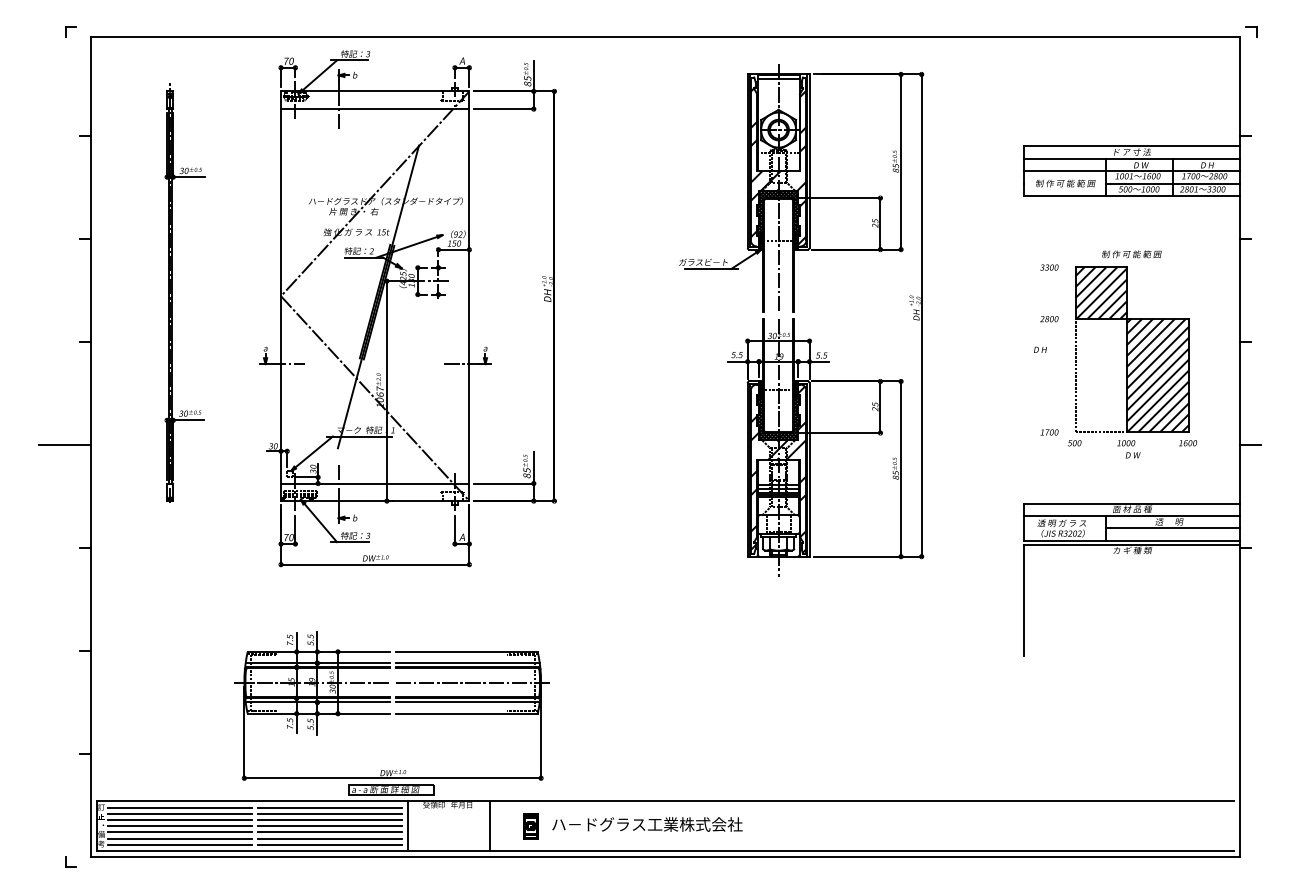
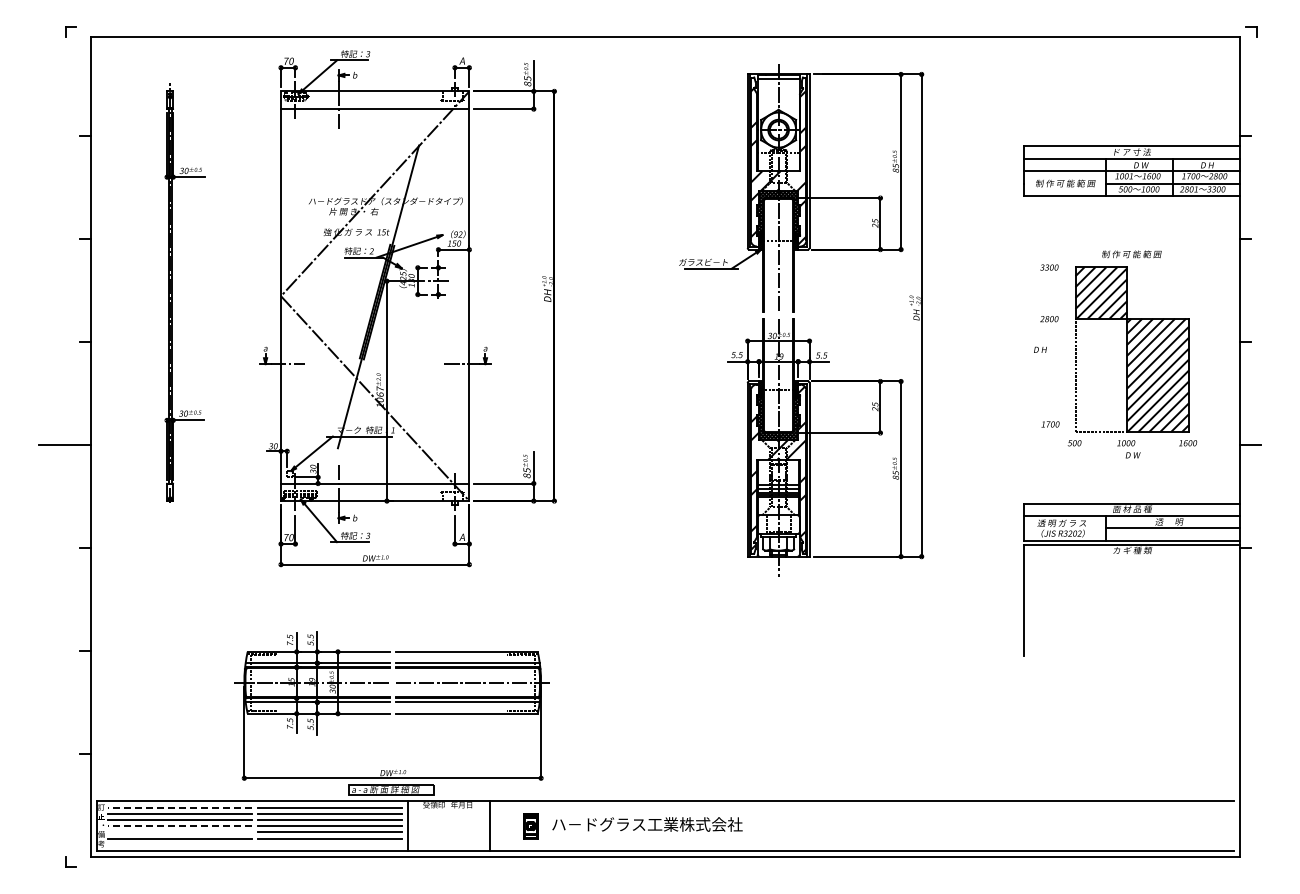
text at (1049, 432) position: (1049, 432) -> (1050, 424)
line at (179, 807): solid -> dashed
line at (179, 826): solid -> dashed
line at (179, 832): present -> none
line at (179, 844): present -> none
line at (329, 844): present -> none
